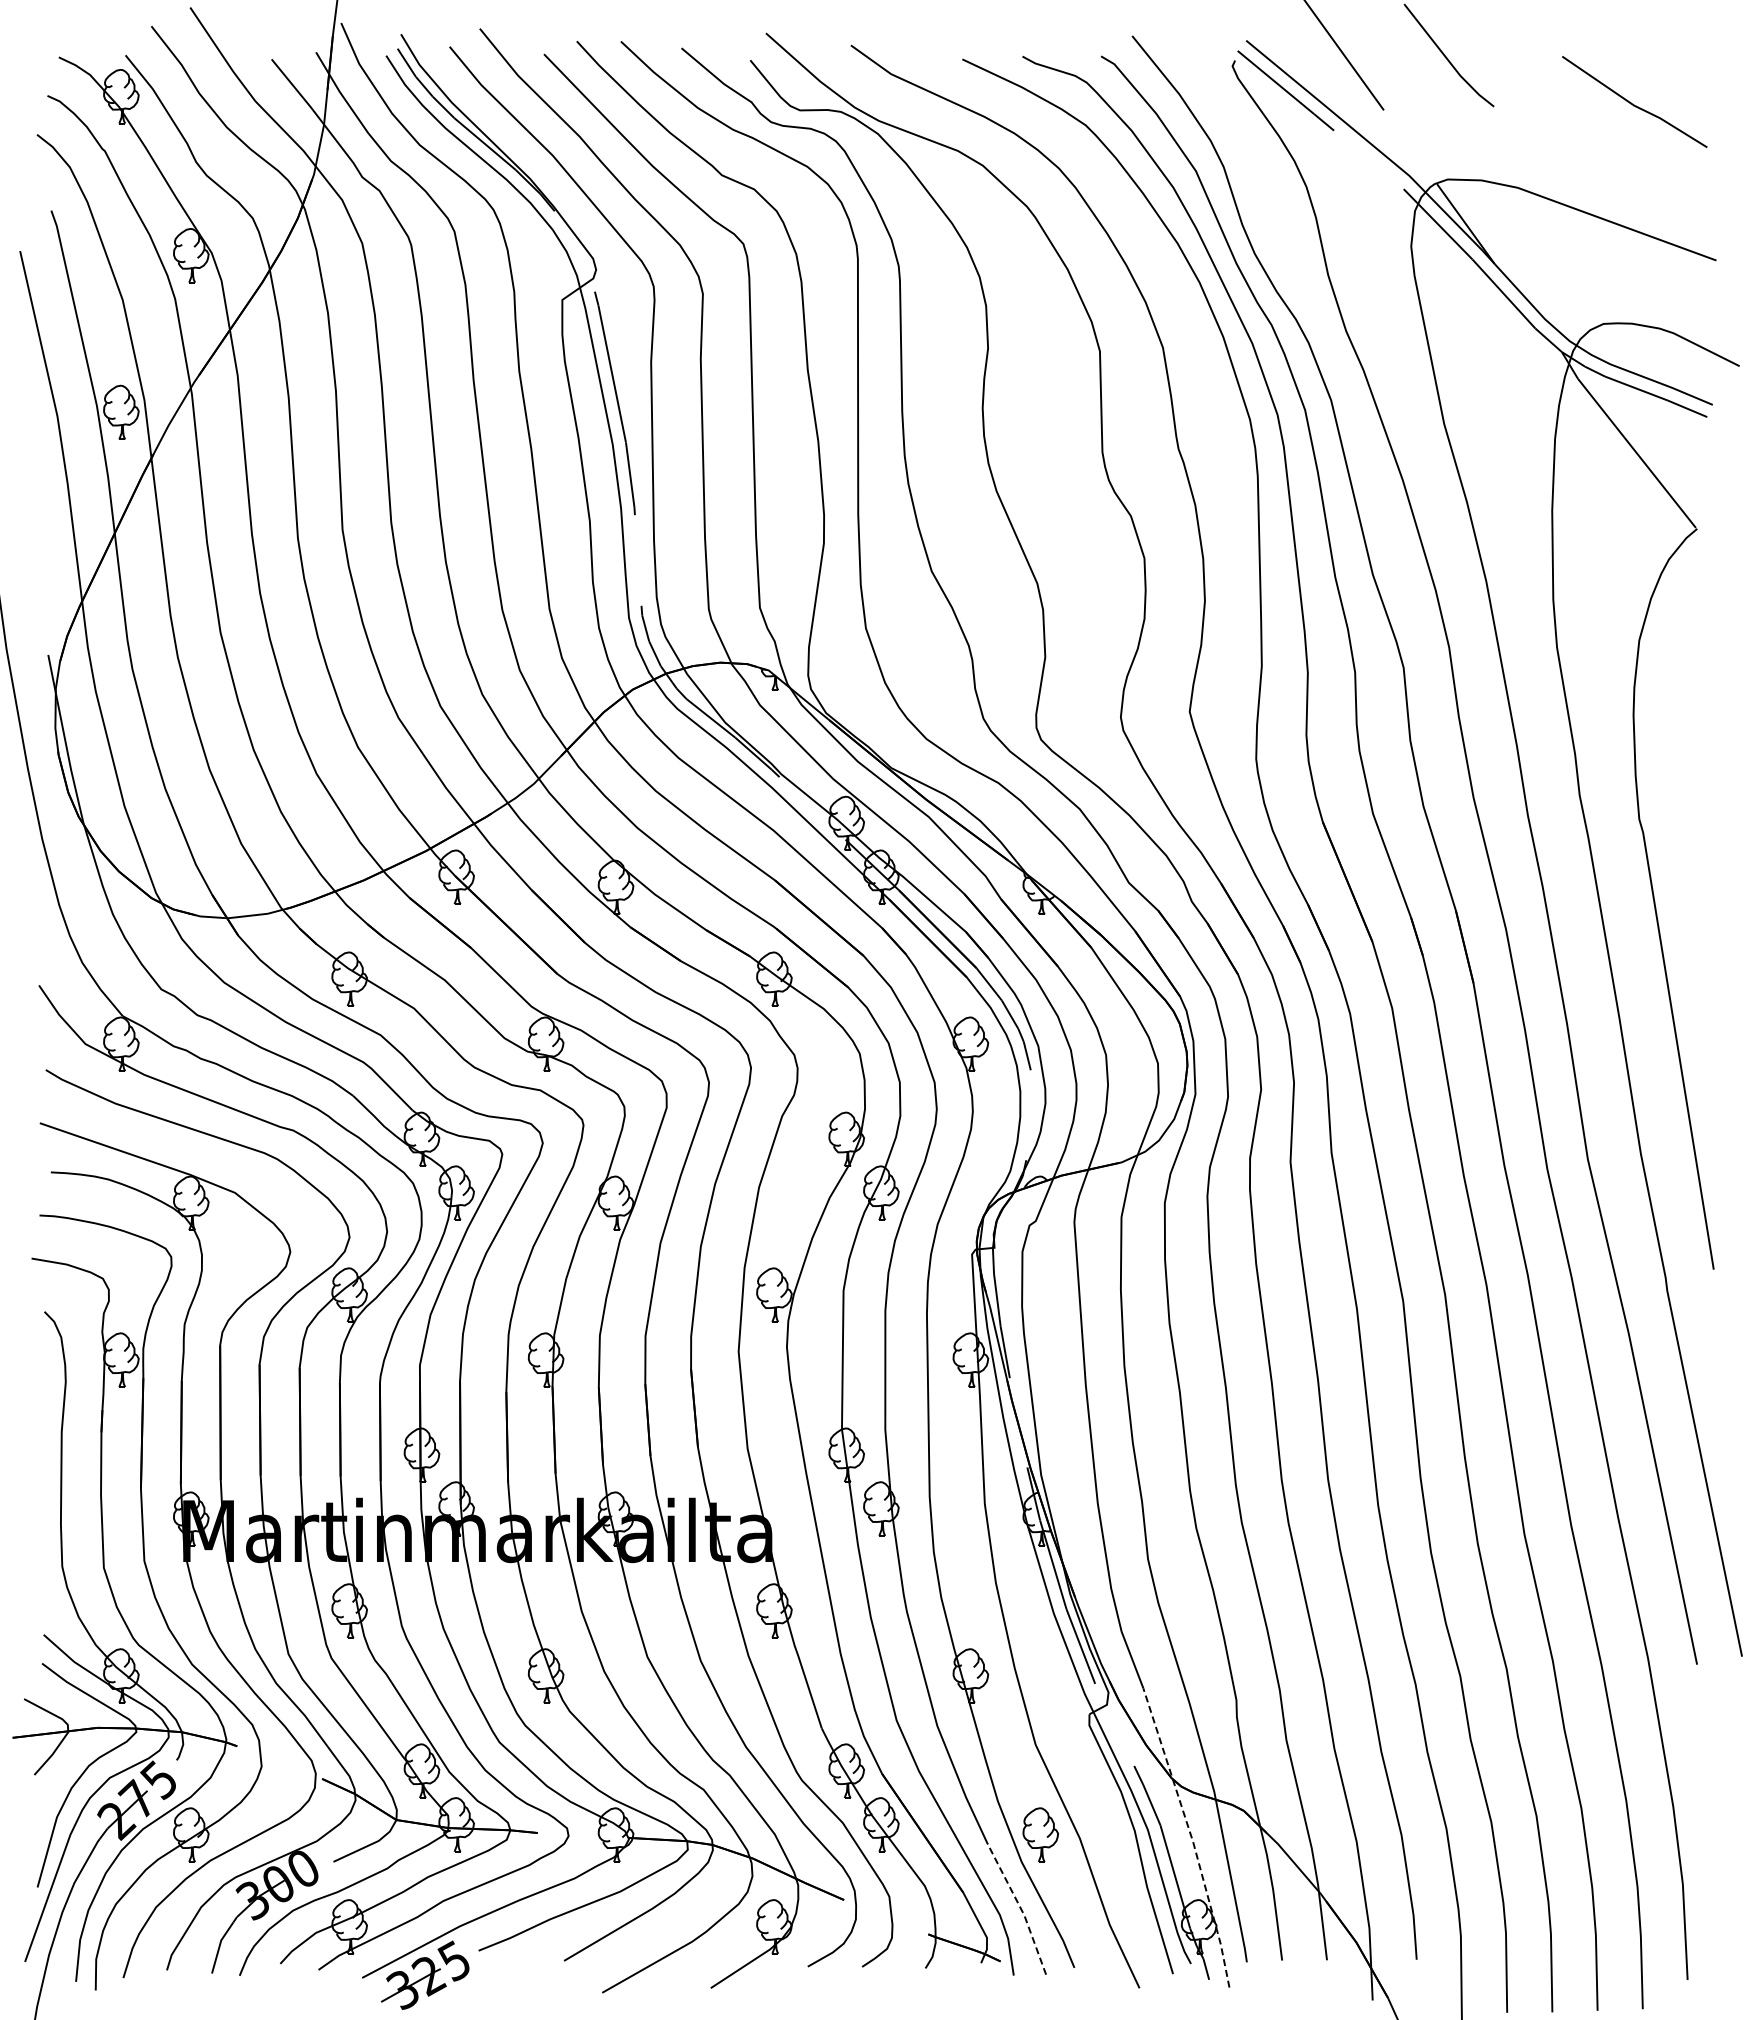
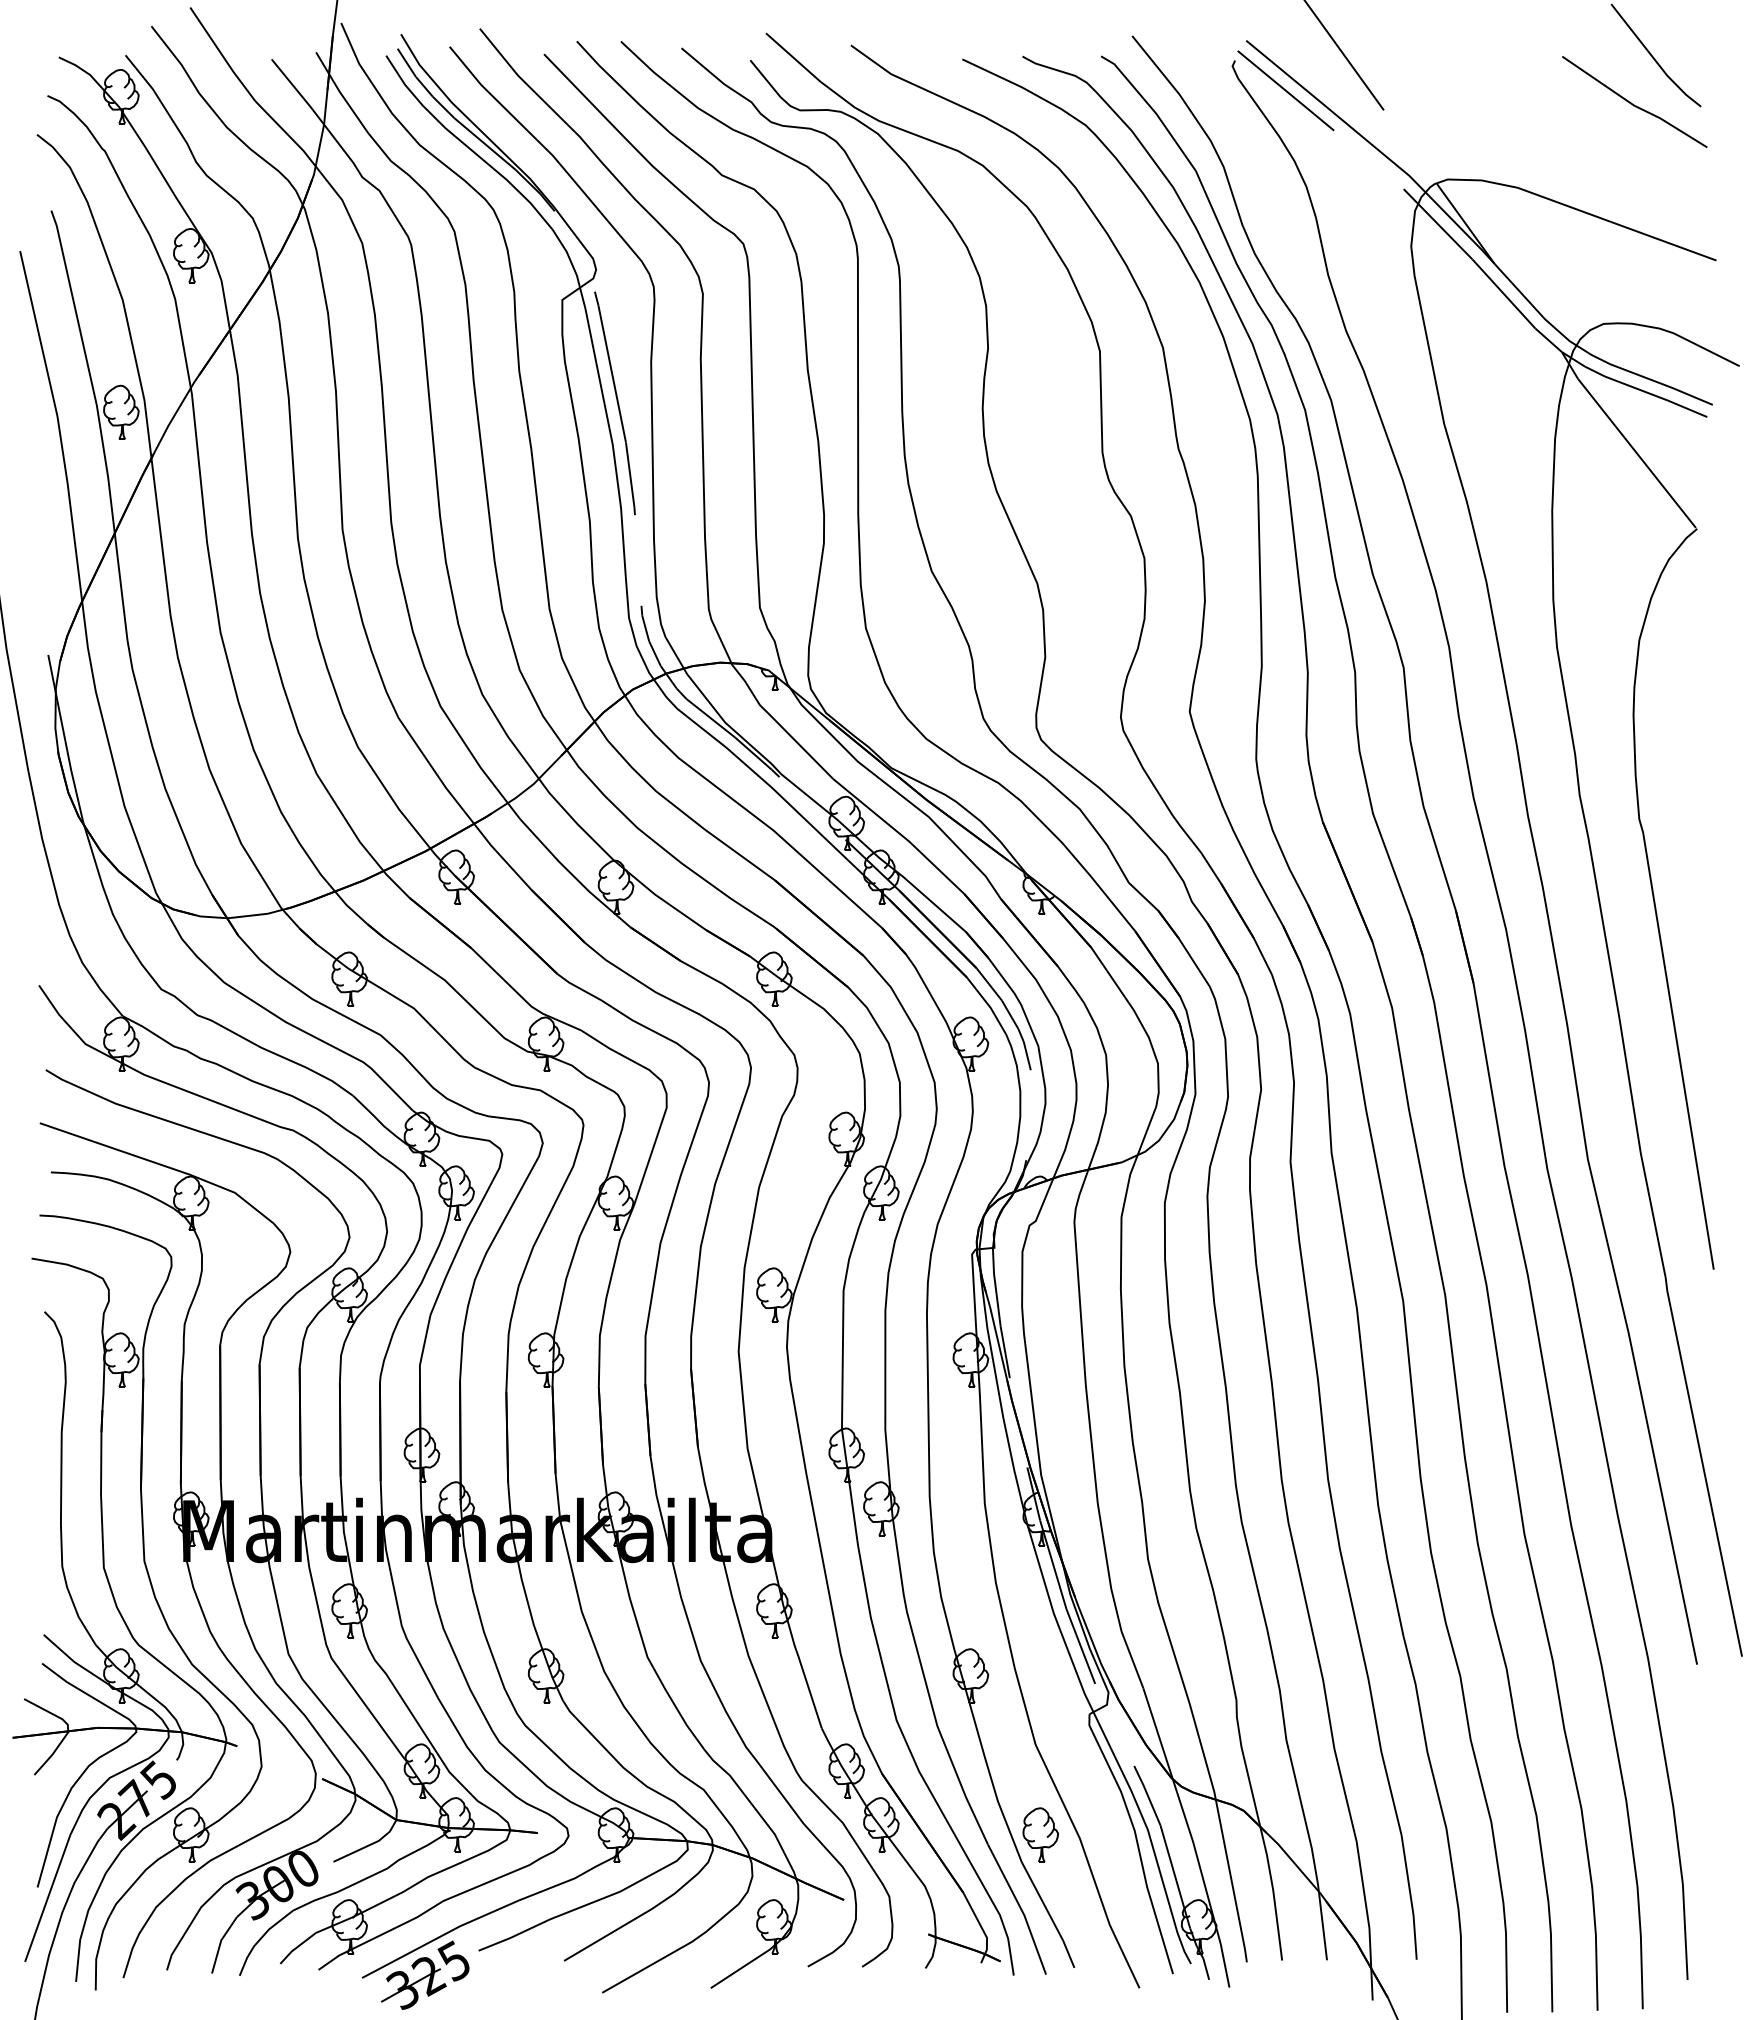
line at (1446, 56) position: (1446, 56) -> (1653, 56)
line at (1191, 1837): dashed -> solid
line at (1020, 1908): dashed -> solid
